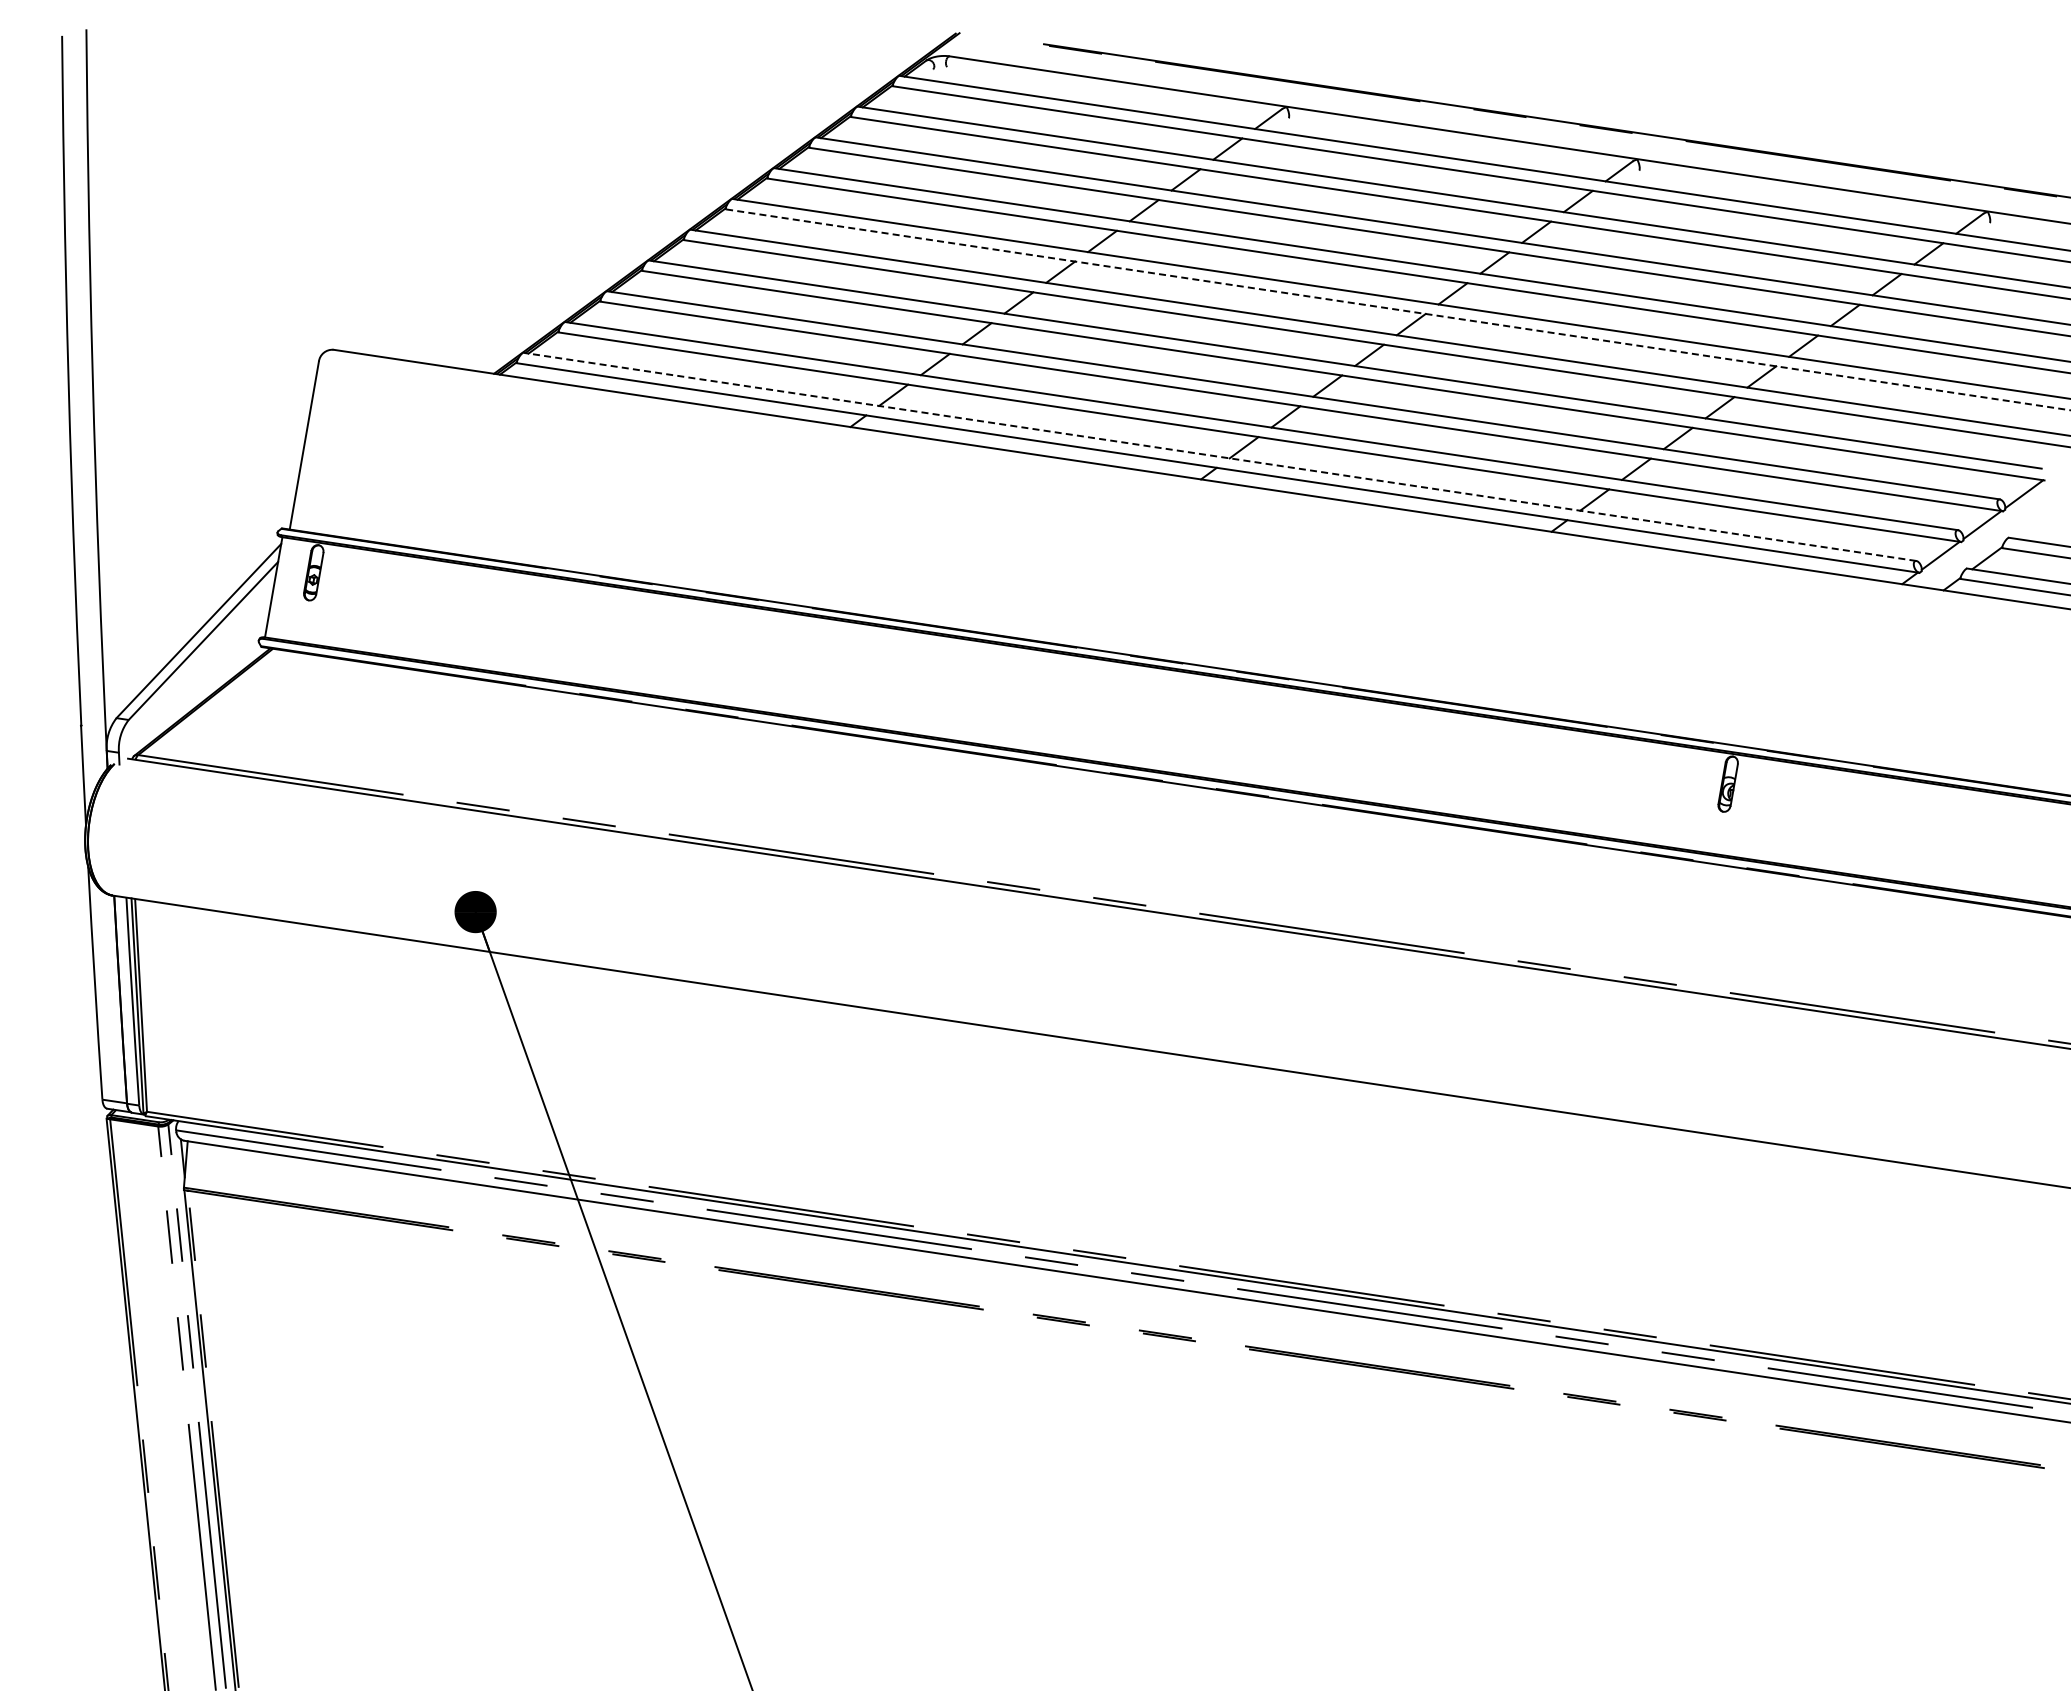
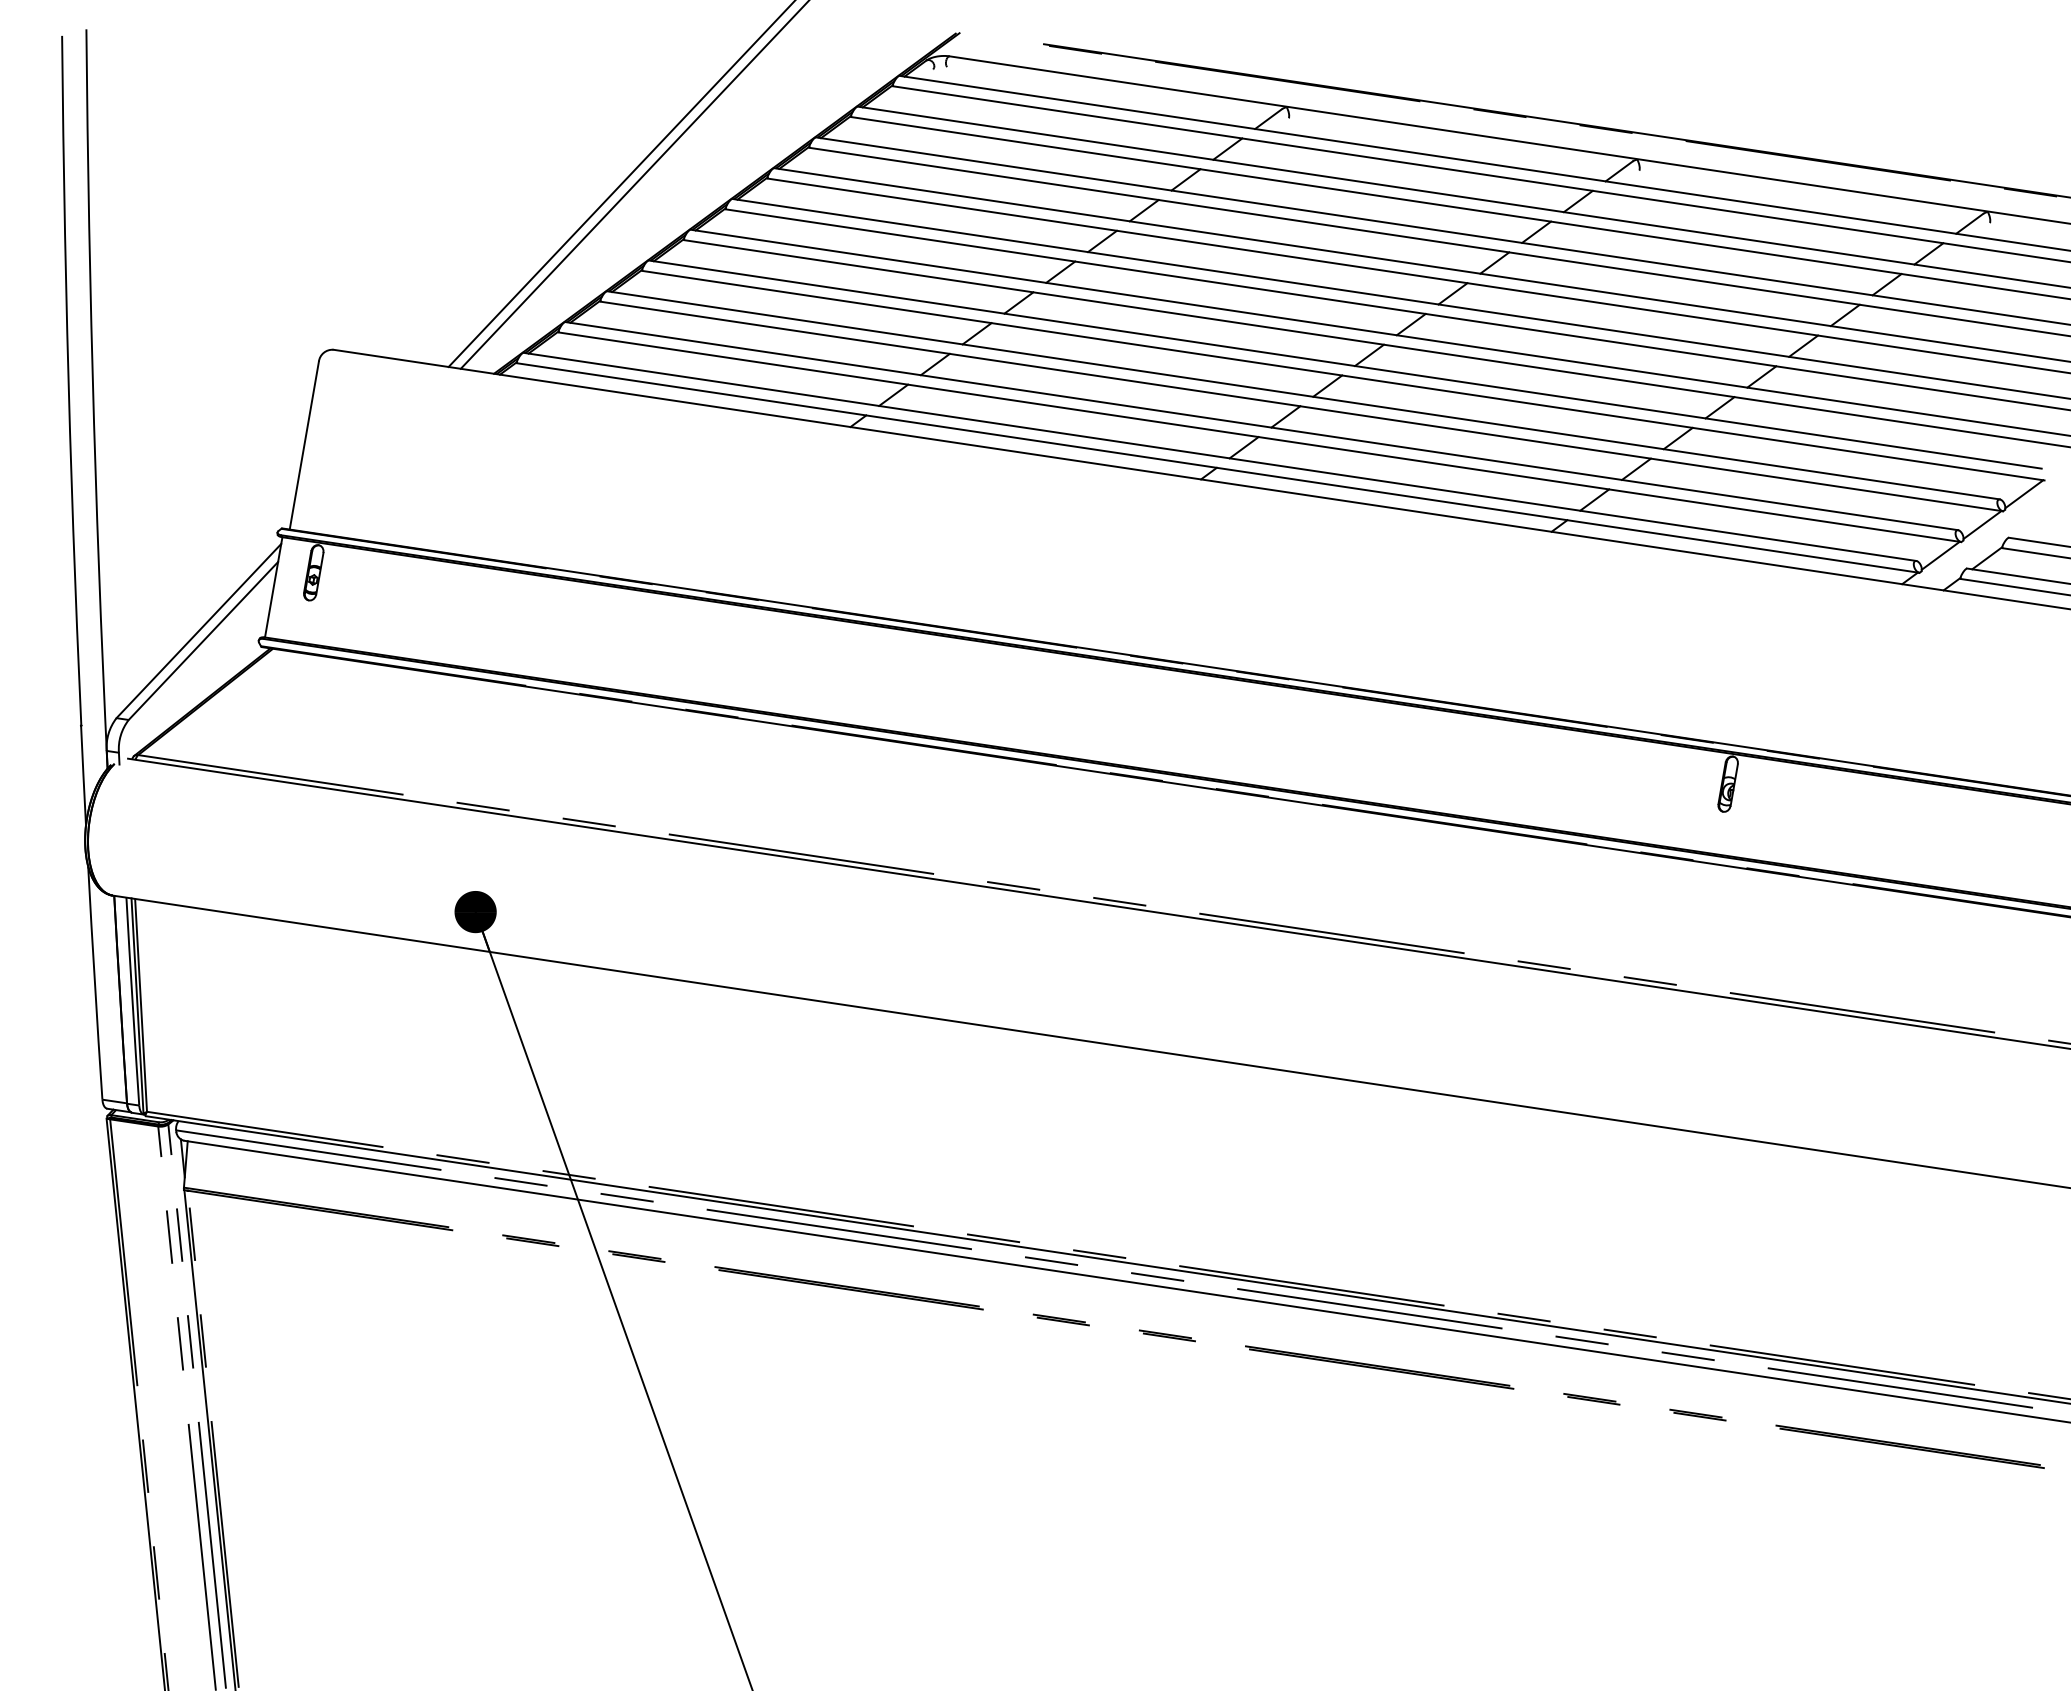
line at (620, 184): none -> present
line at (633, 185): none -> present
line at (1398, 309): dashed -> solid
line at (1219, 456): dashed -> solid
